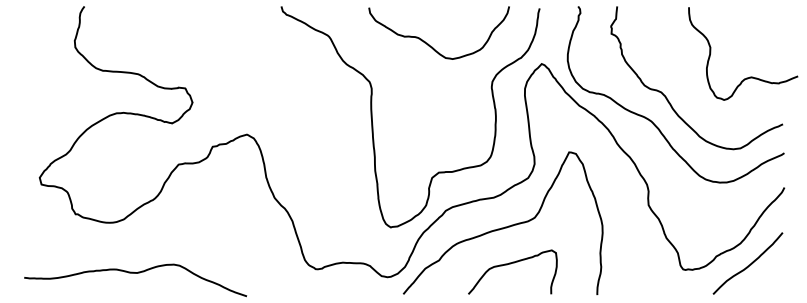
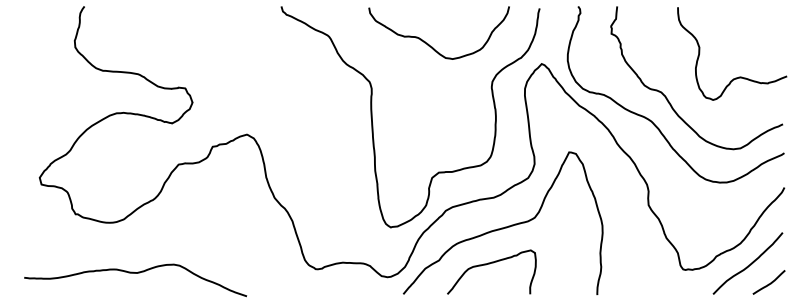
curve at (749, 76) position: (749, 76) -> (738, 76)
curve at (510, 264) position: (510, 264) -> (489, 264)
curve at (768, 283): none -> present
